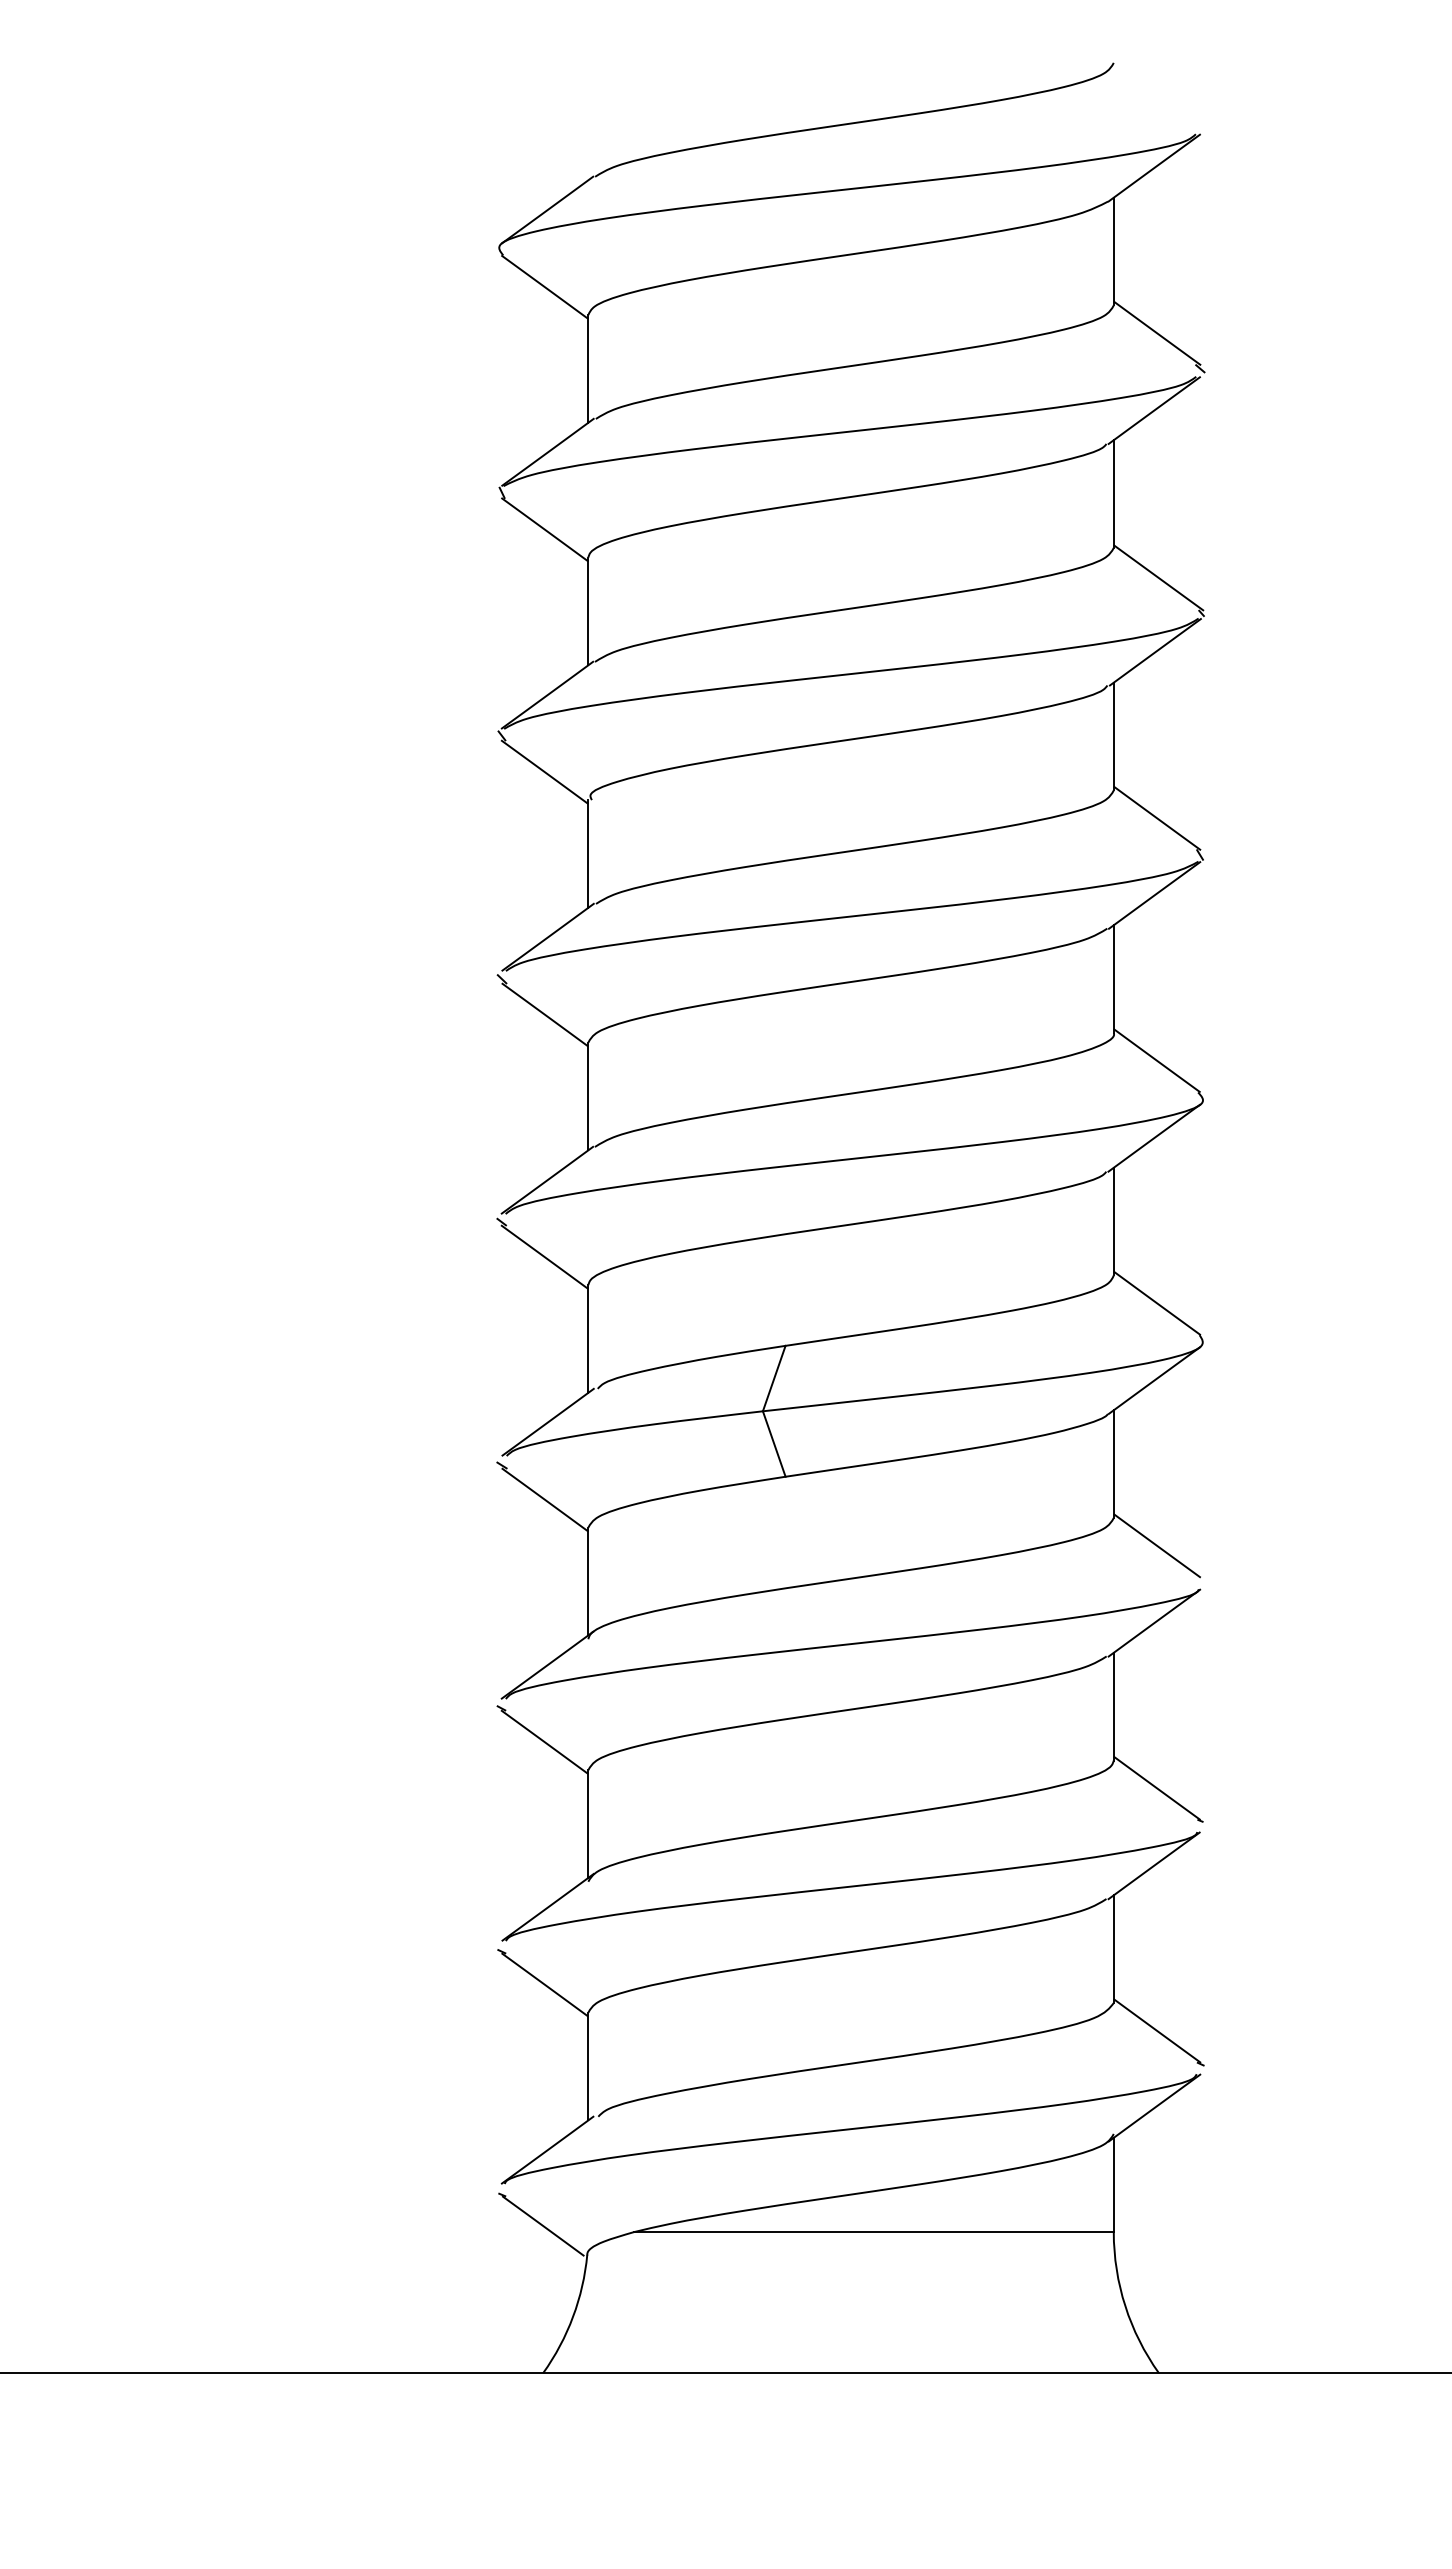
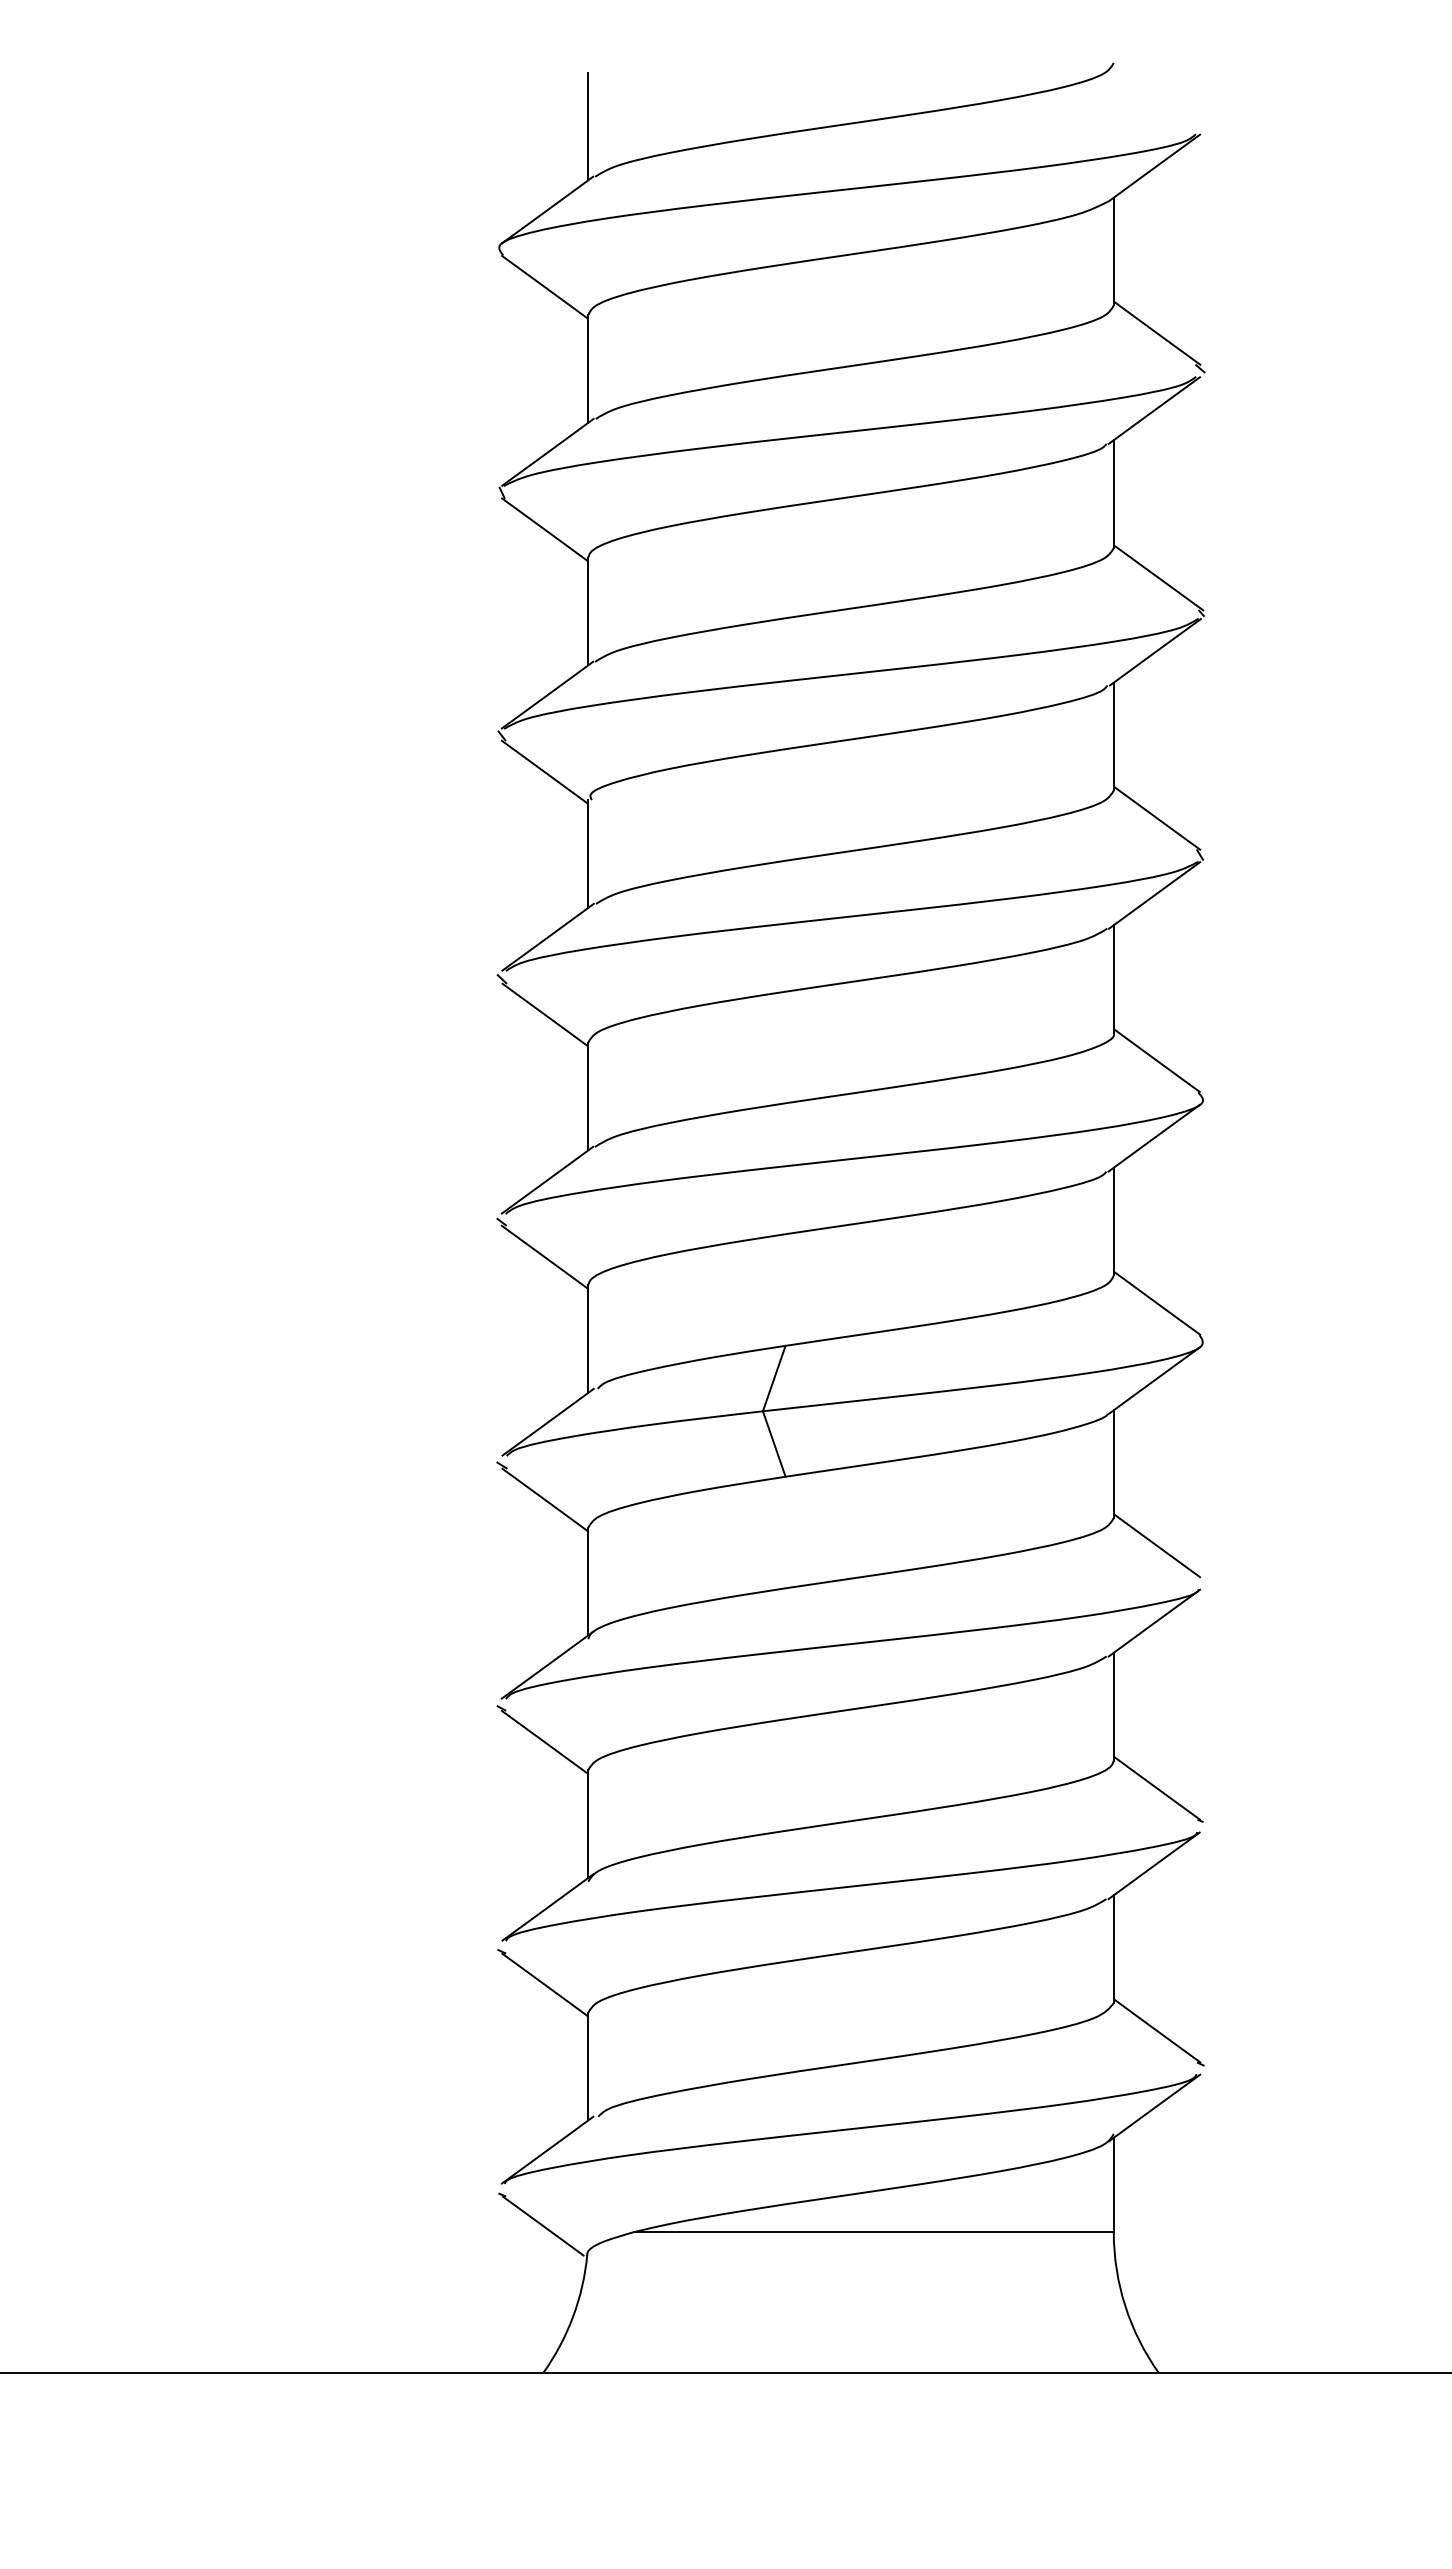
line at (588, 126): none -> present
